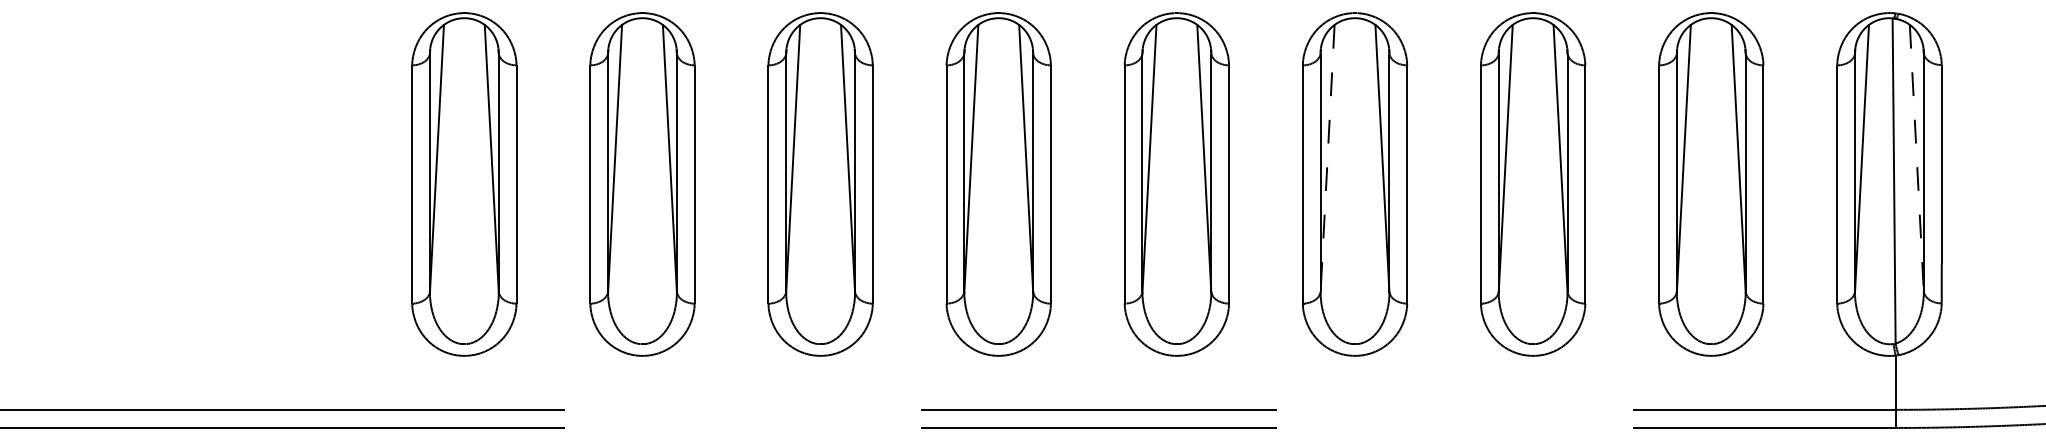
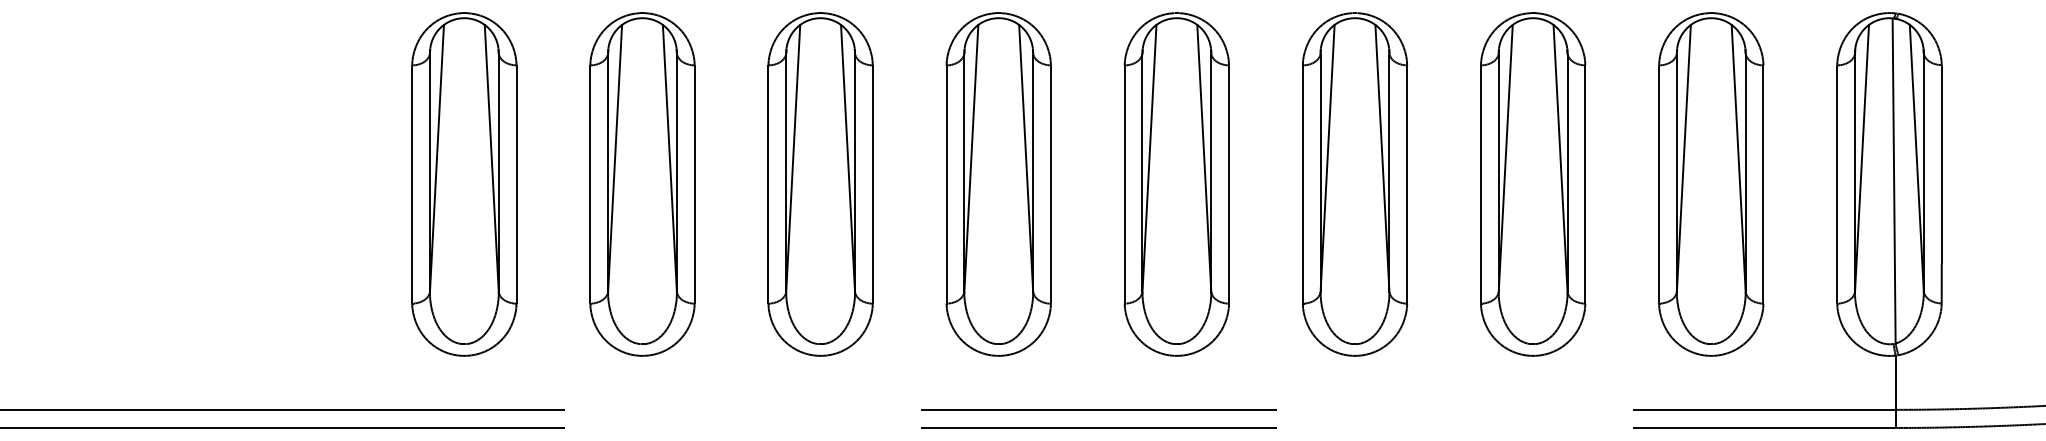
line at (1327, 158): dashed -> solid
line at (1916, 158): dashed -> solid
